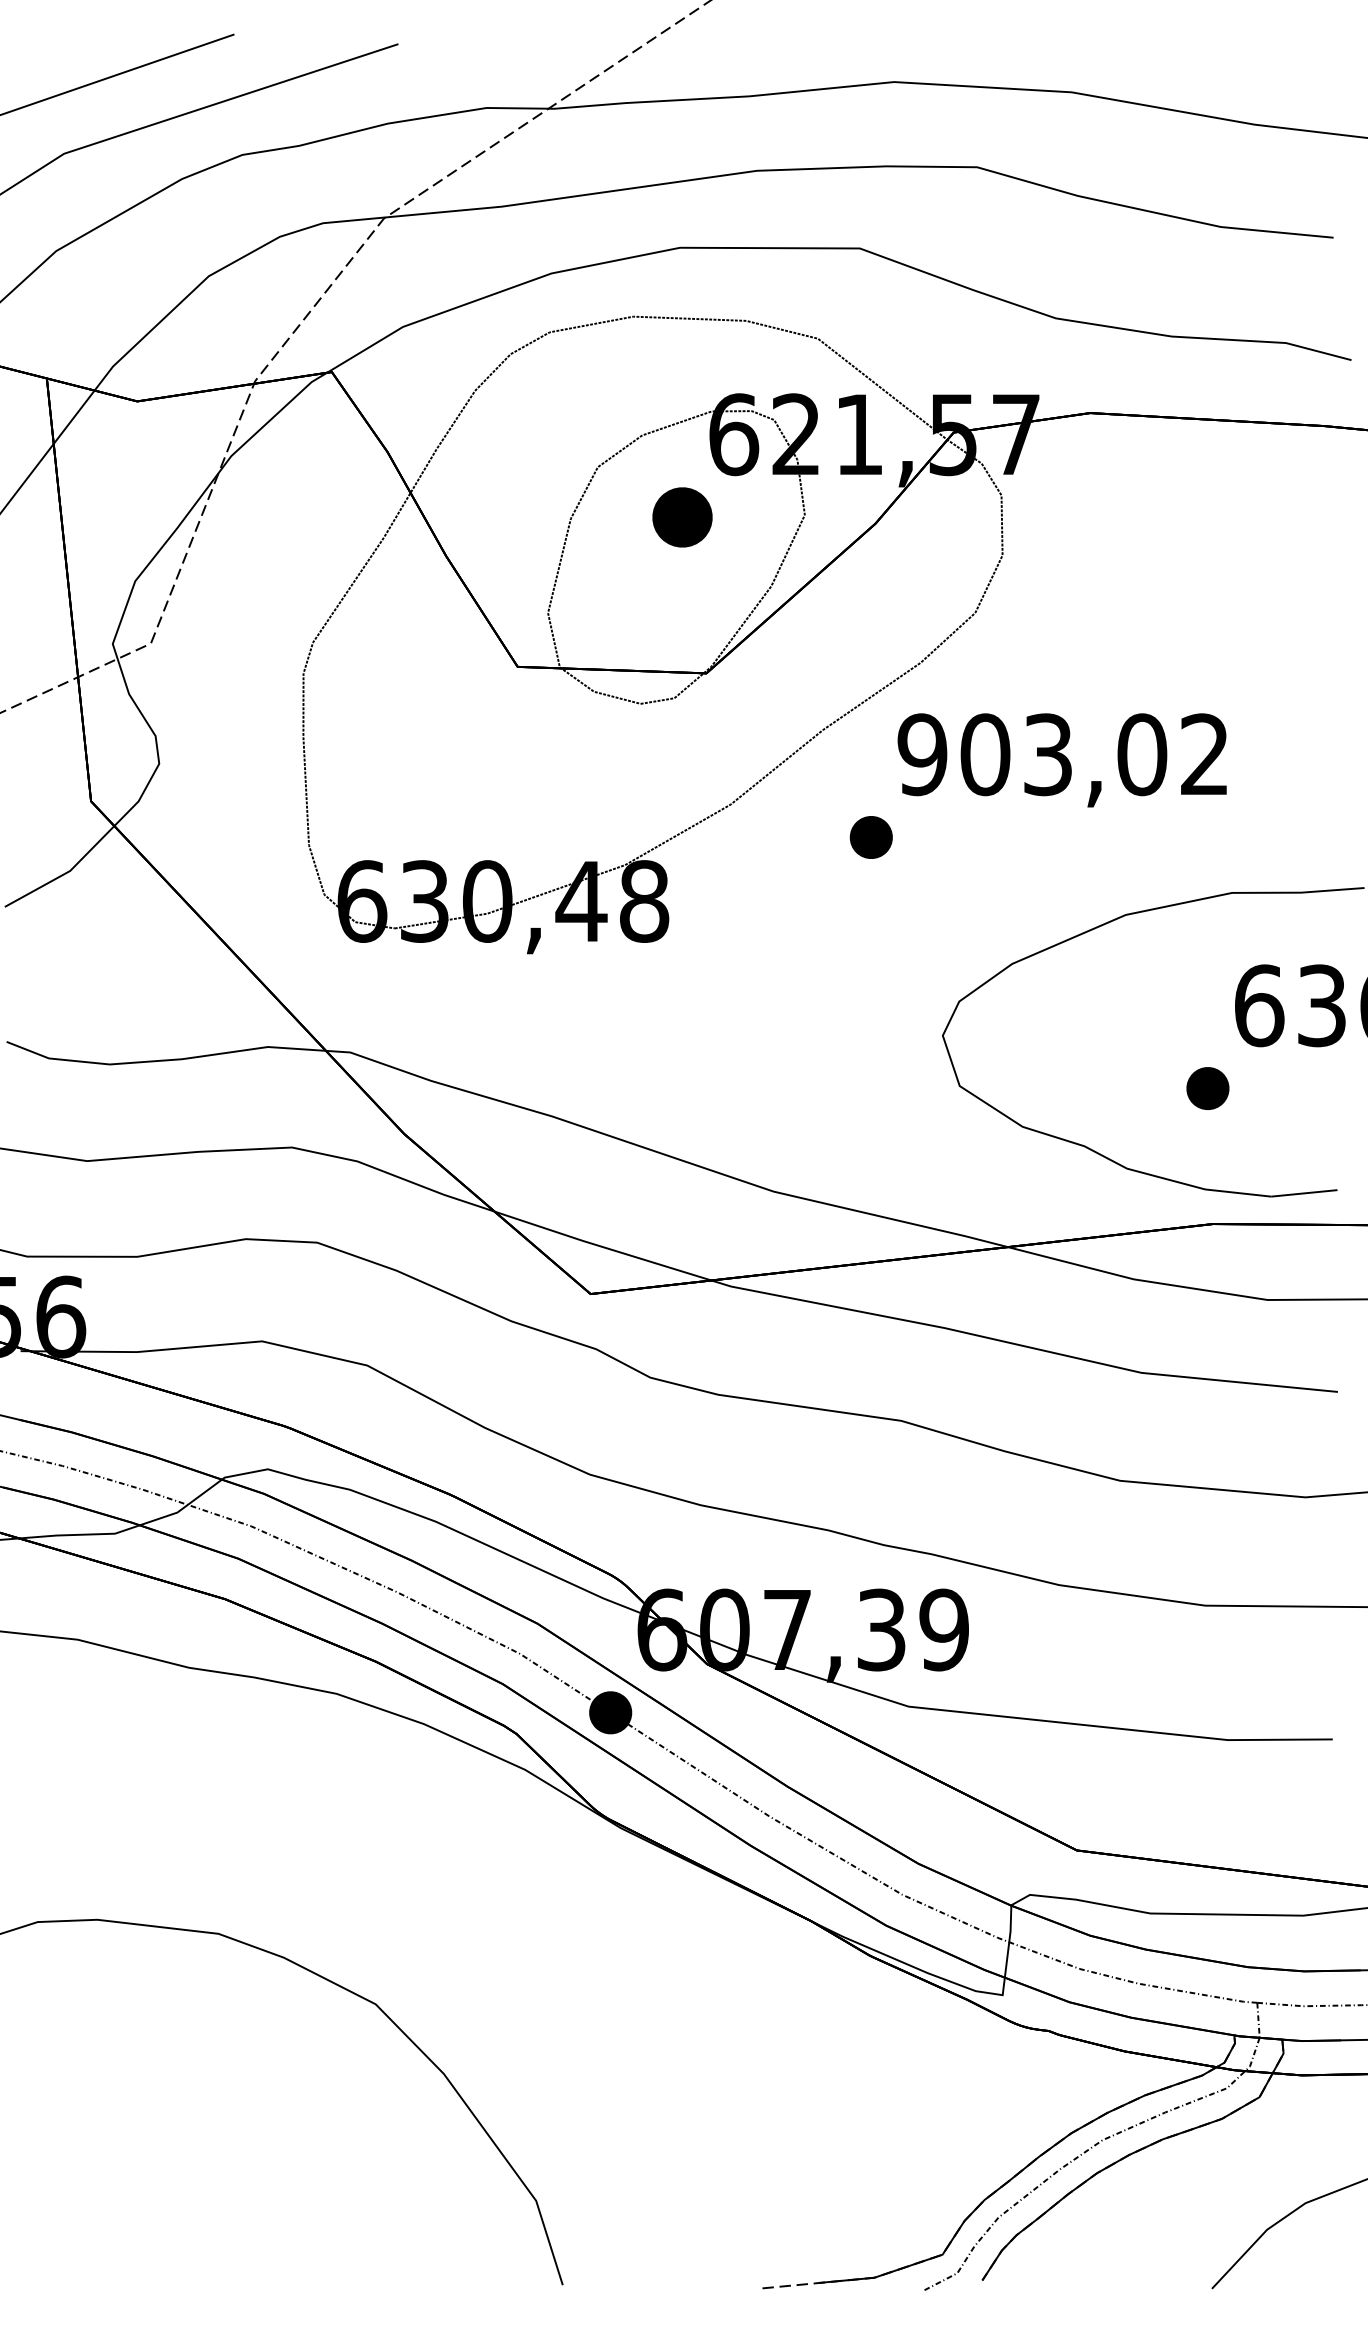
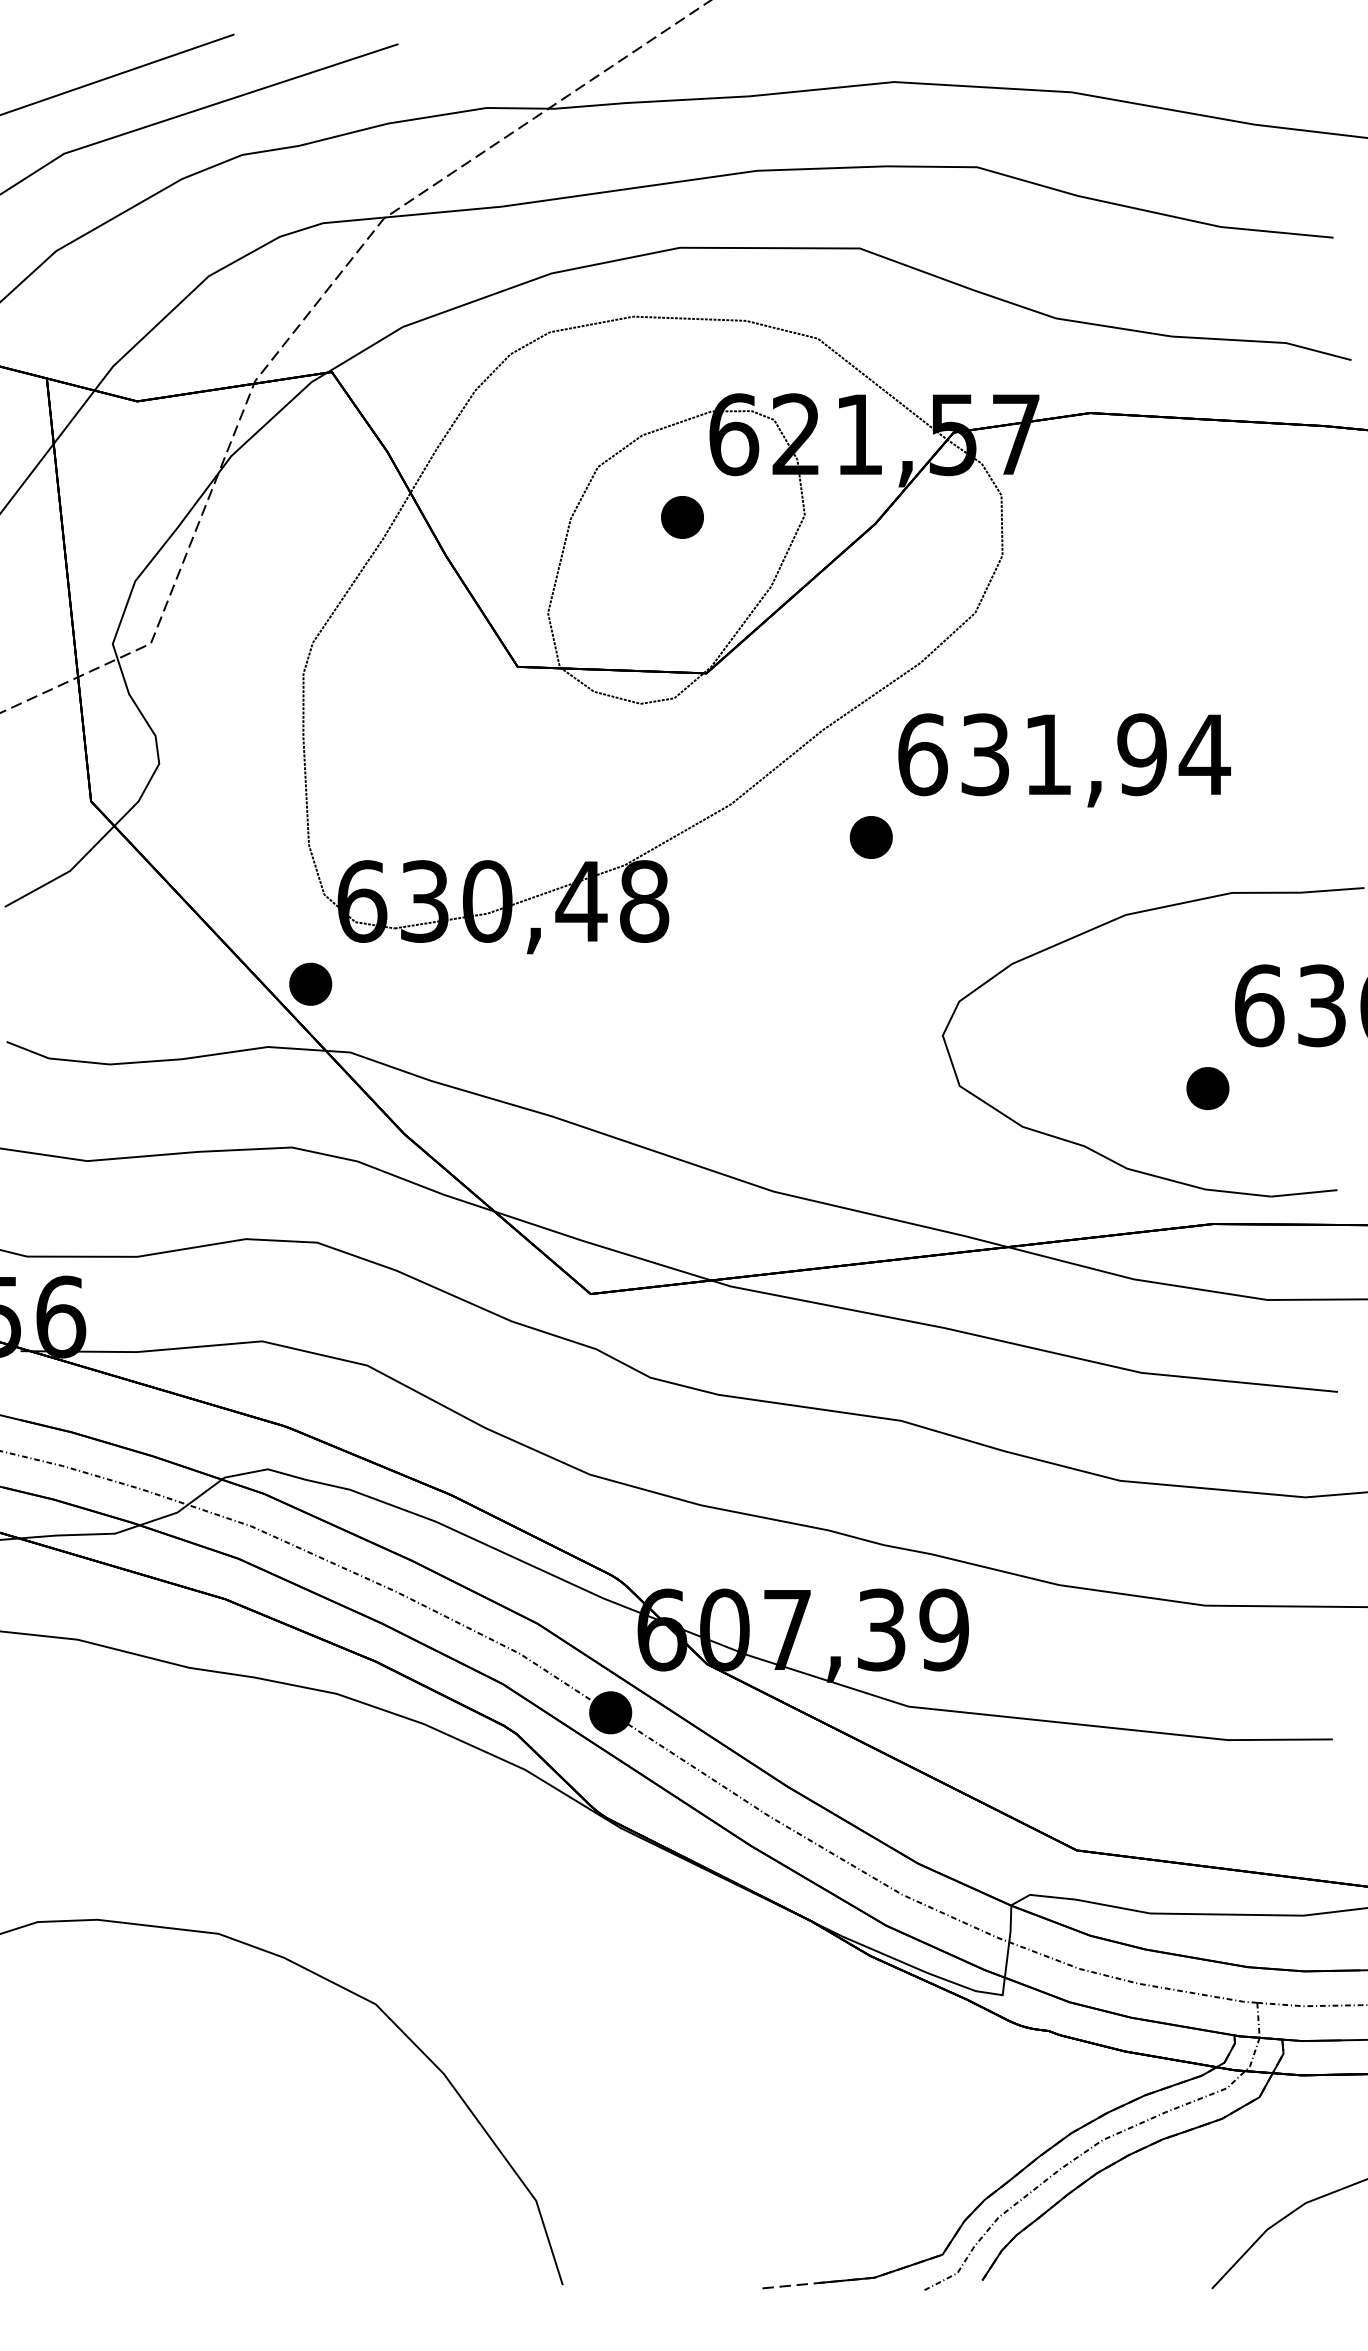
part at (682, 517) size: 61x61 px -> 43x43 px
text at (1063, 754): 903,02 -> 631,94
part at (310, 983): none -> present
